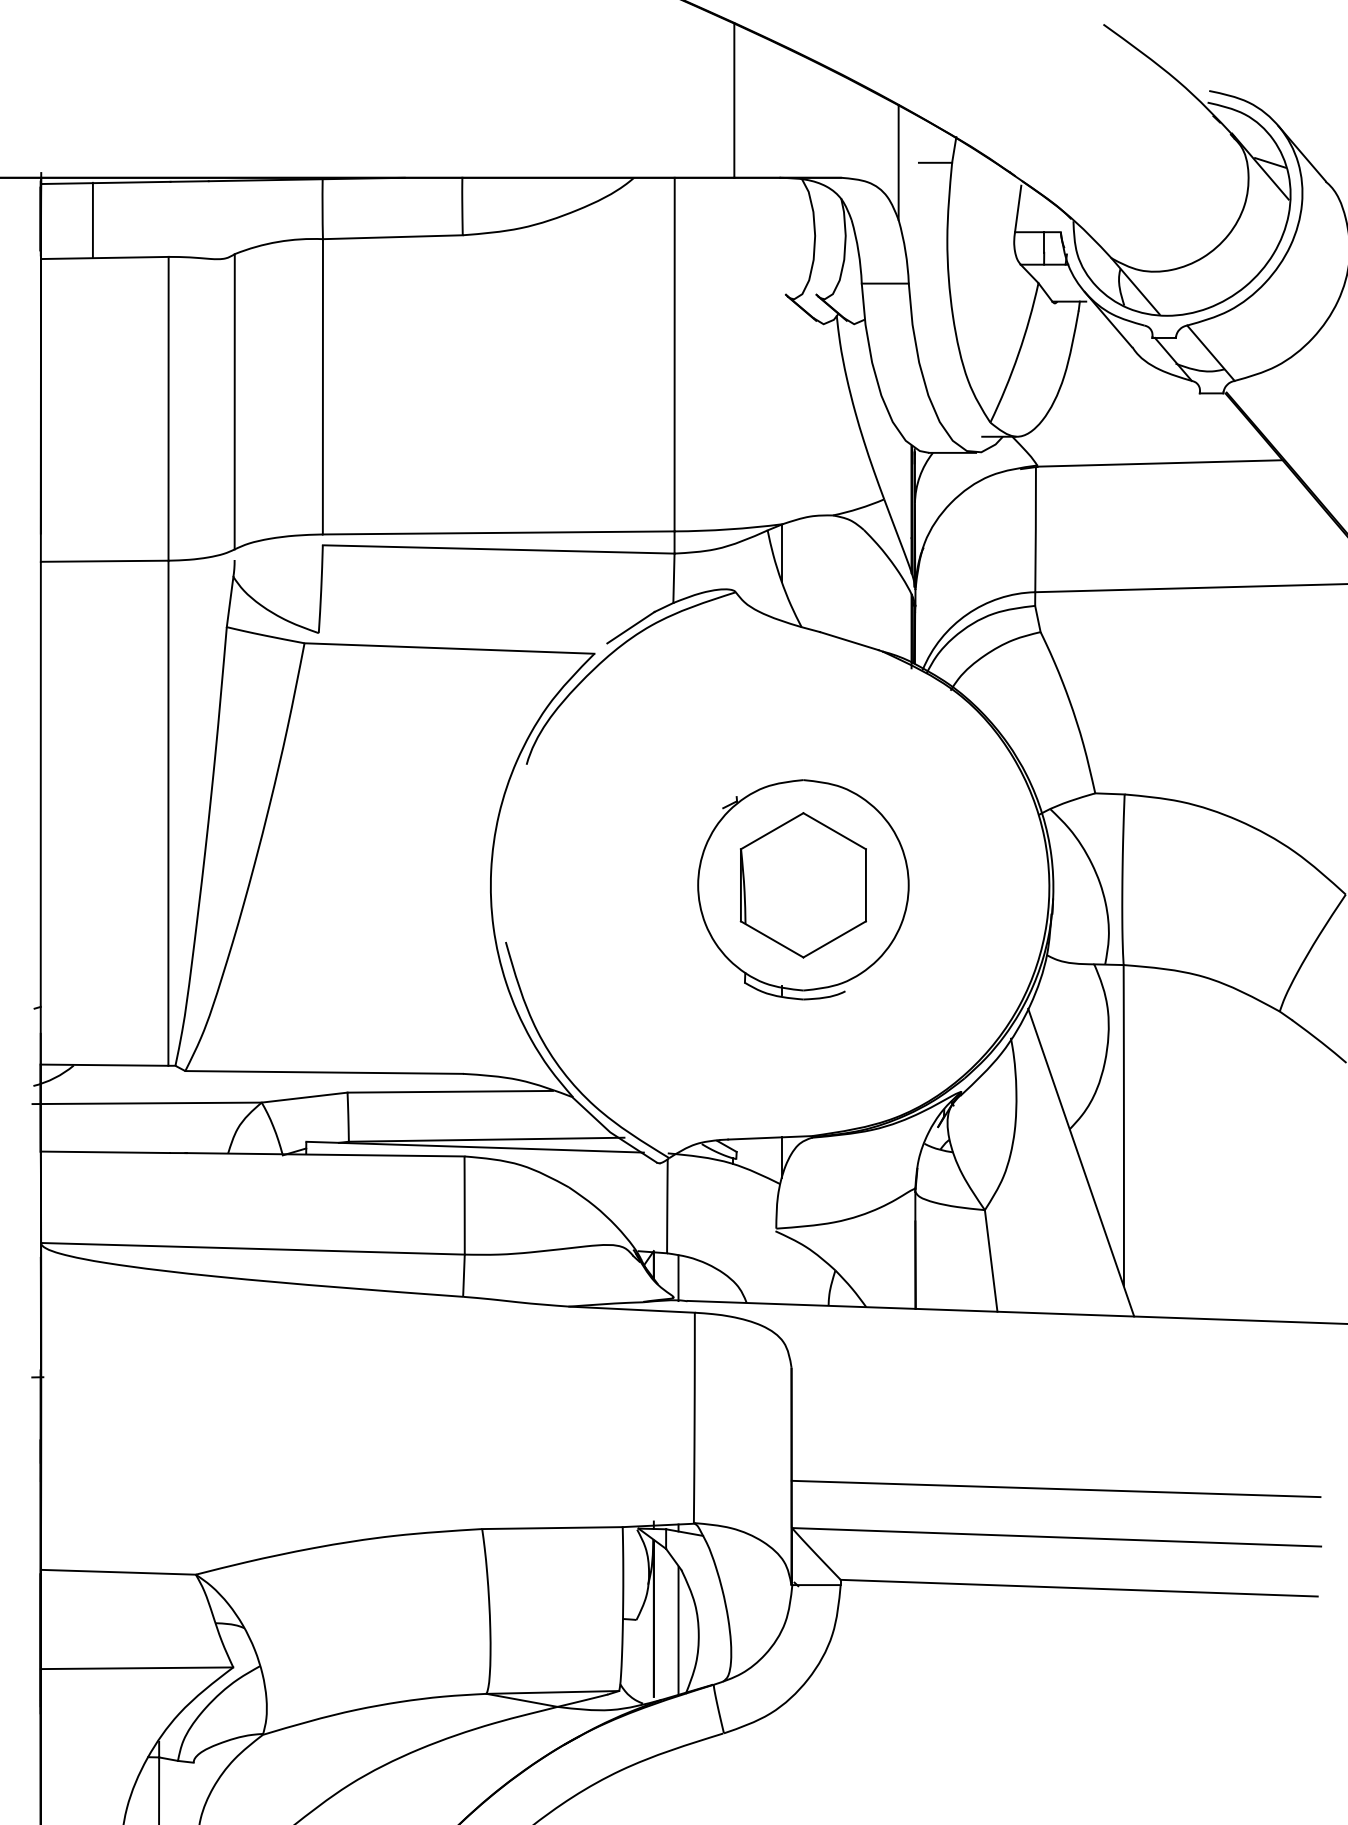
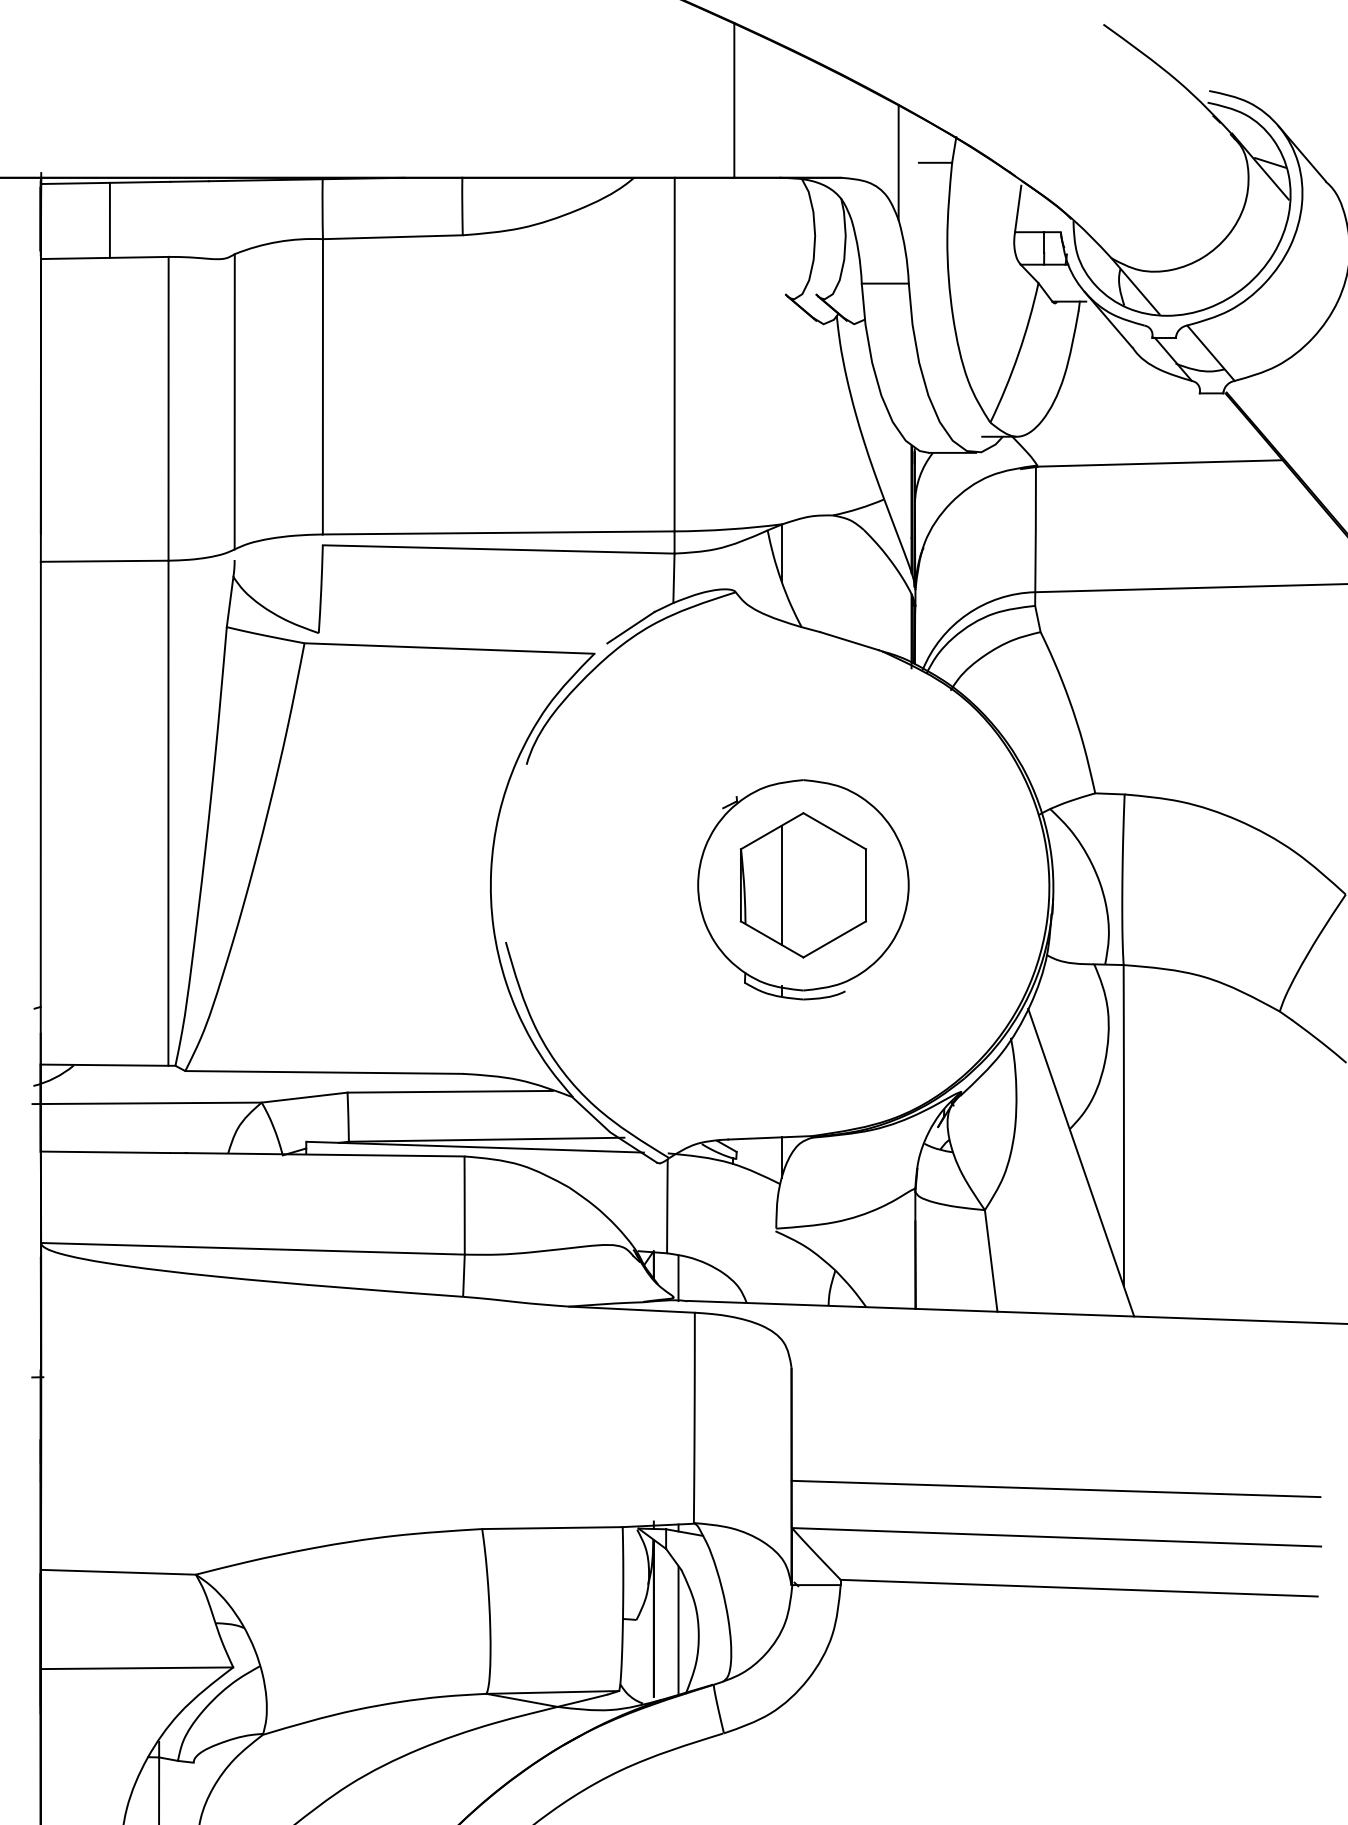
line at (92, 219) position: (92, 219) -> (109, 219)
line at (781, 884): none -> present
